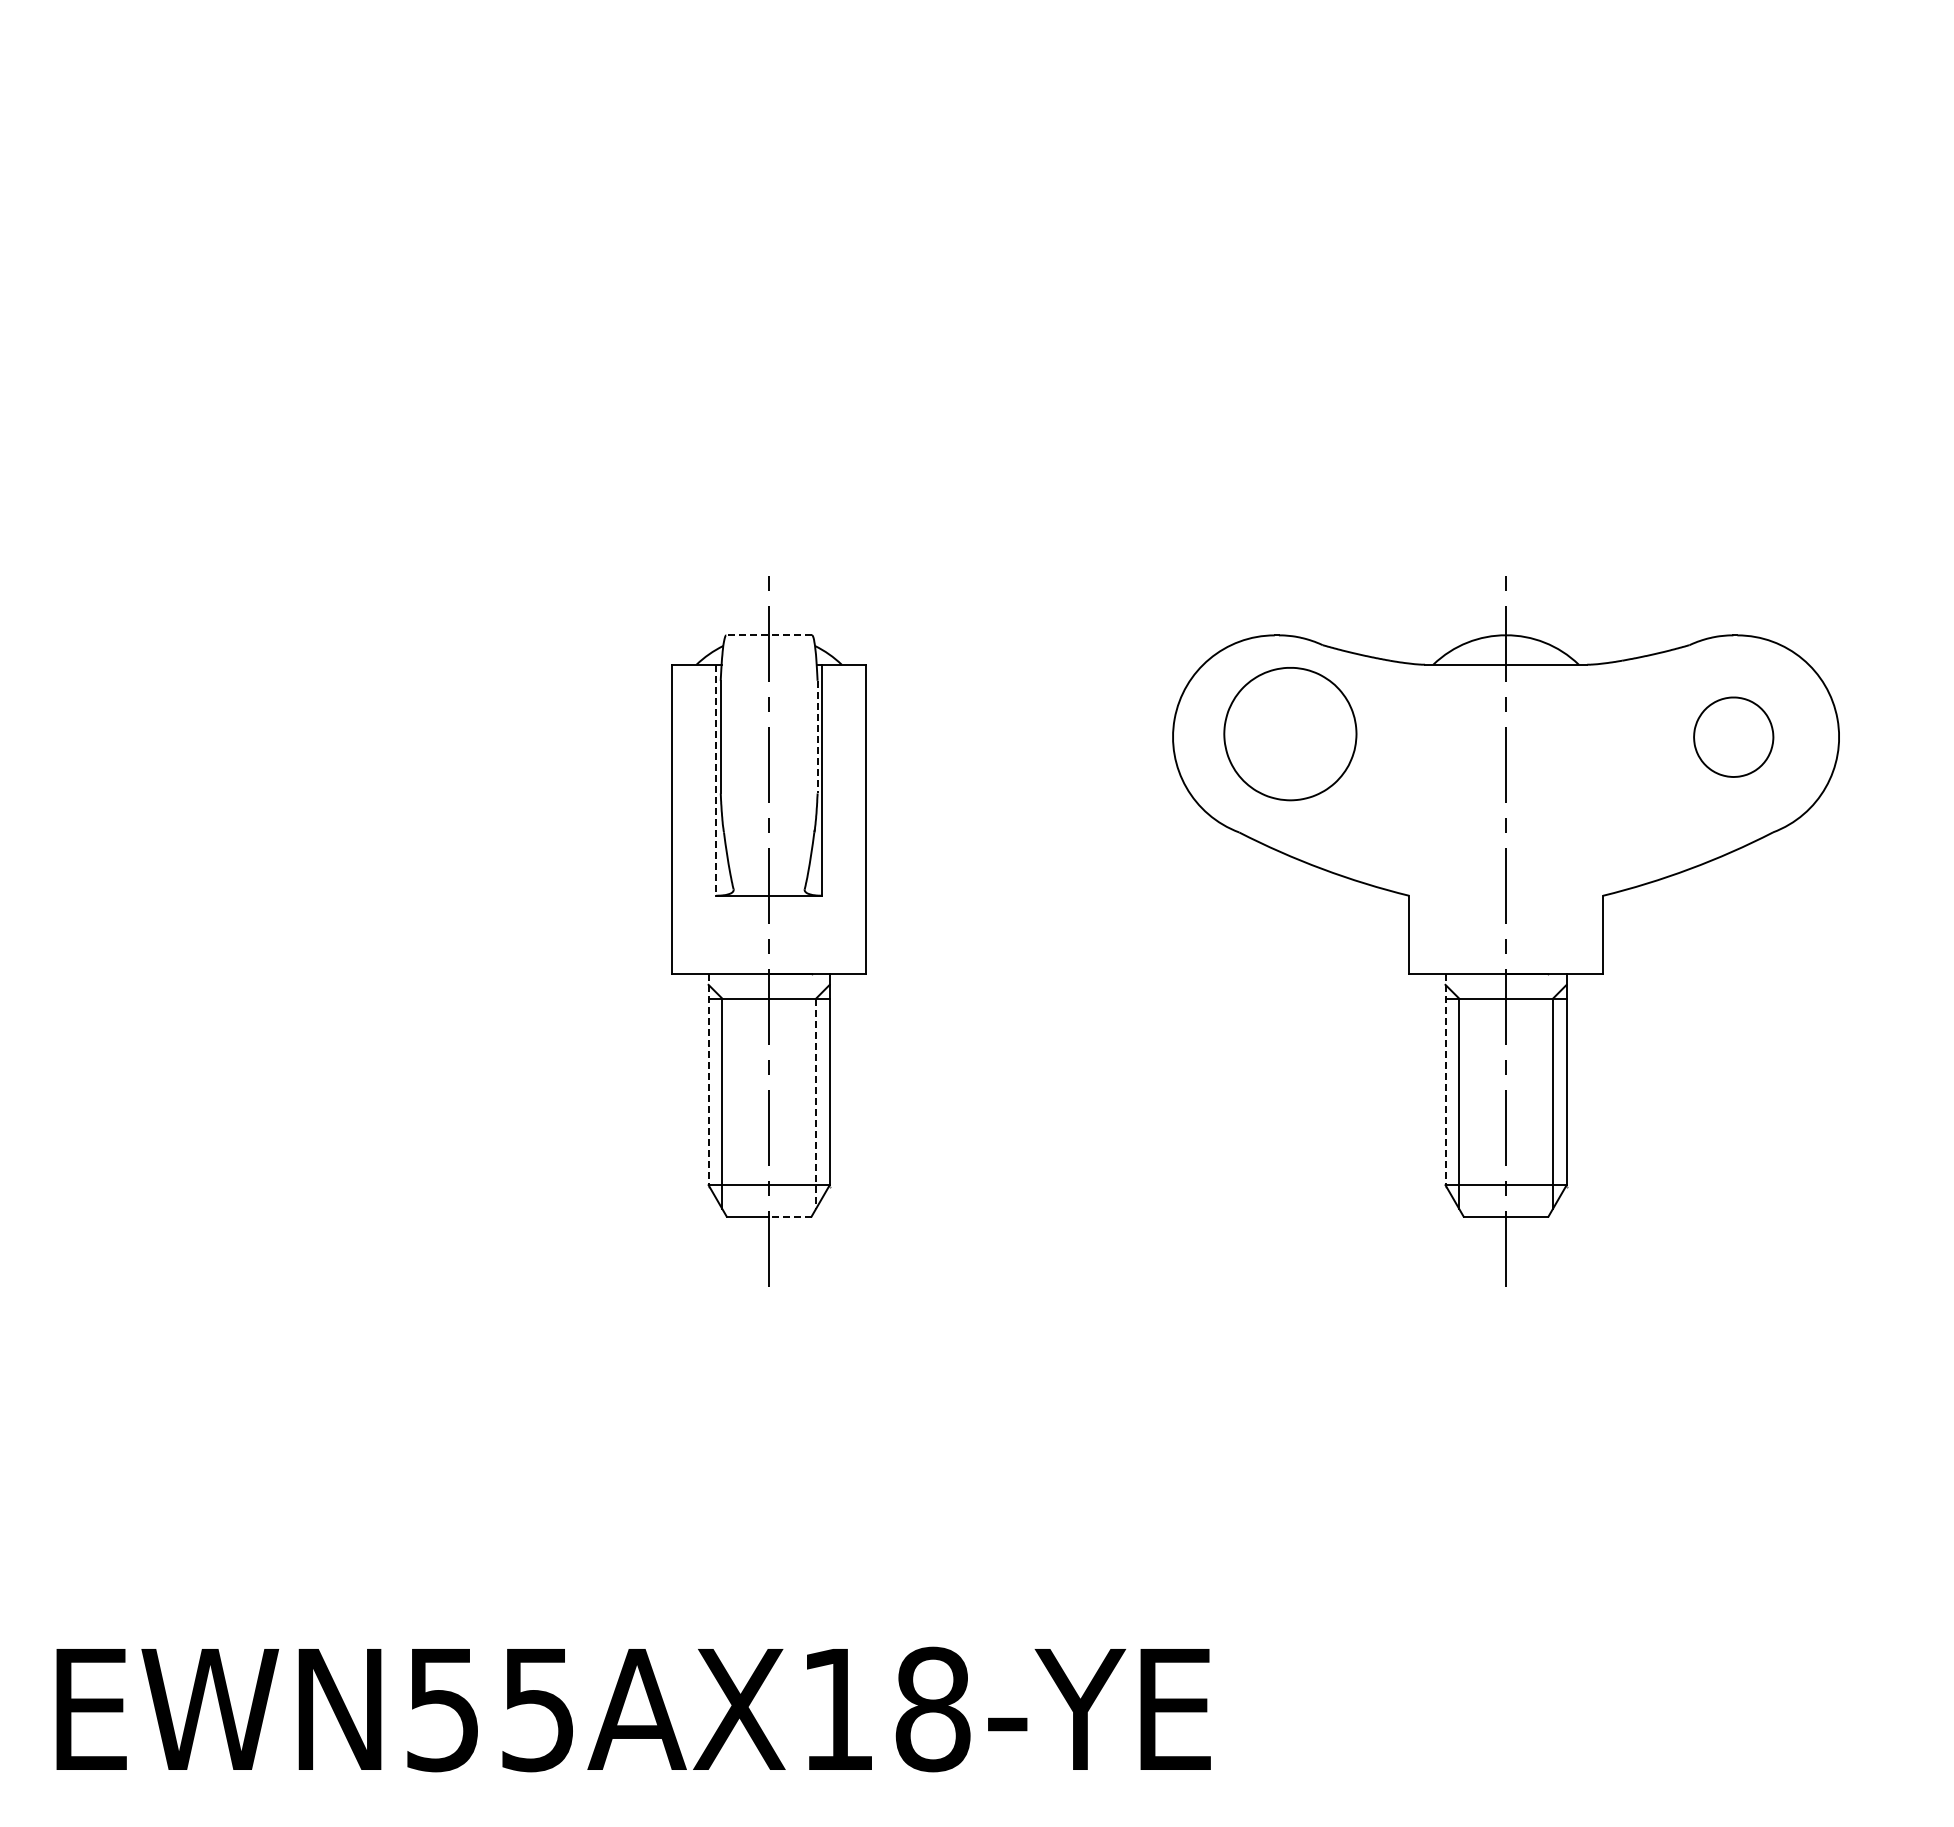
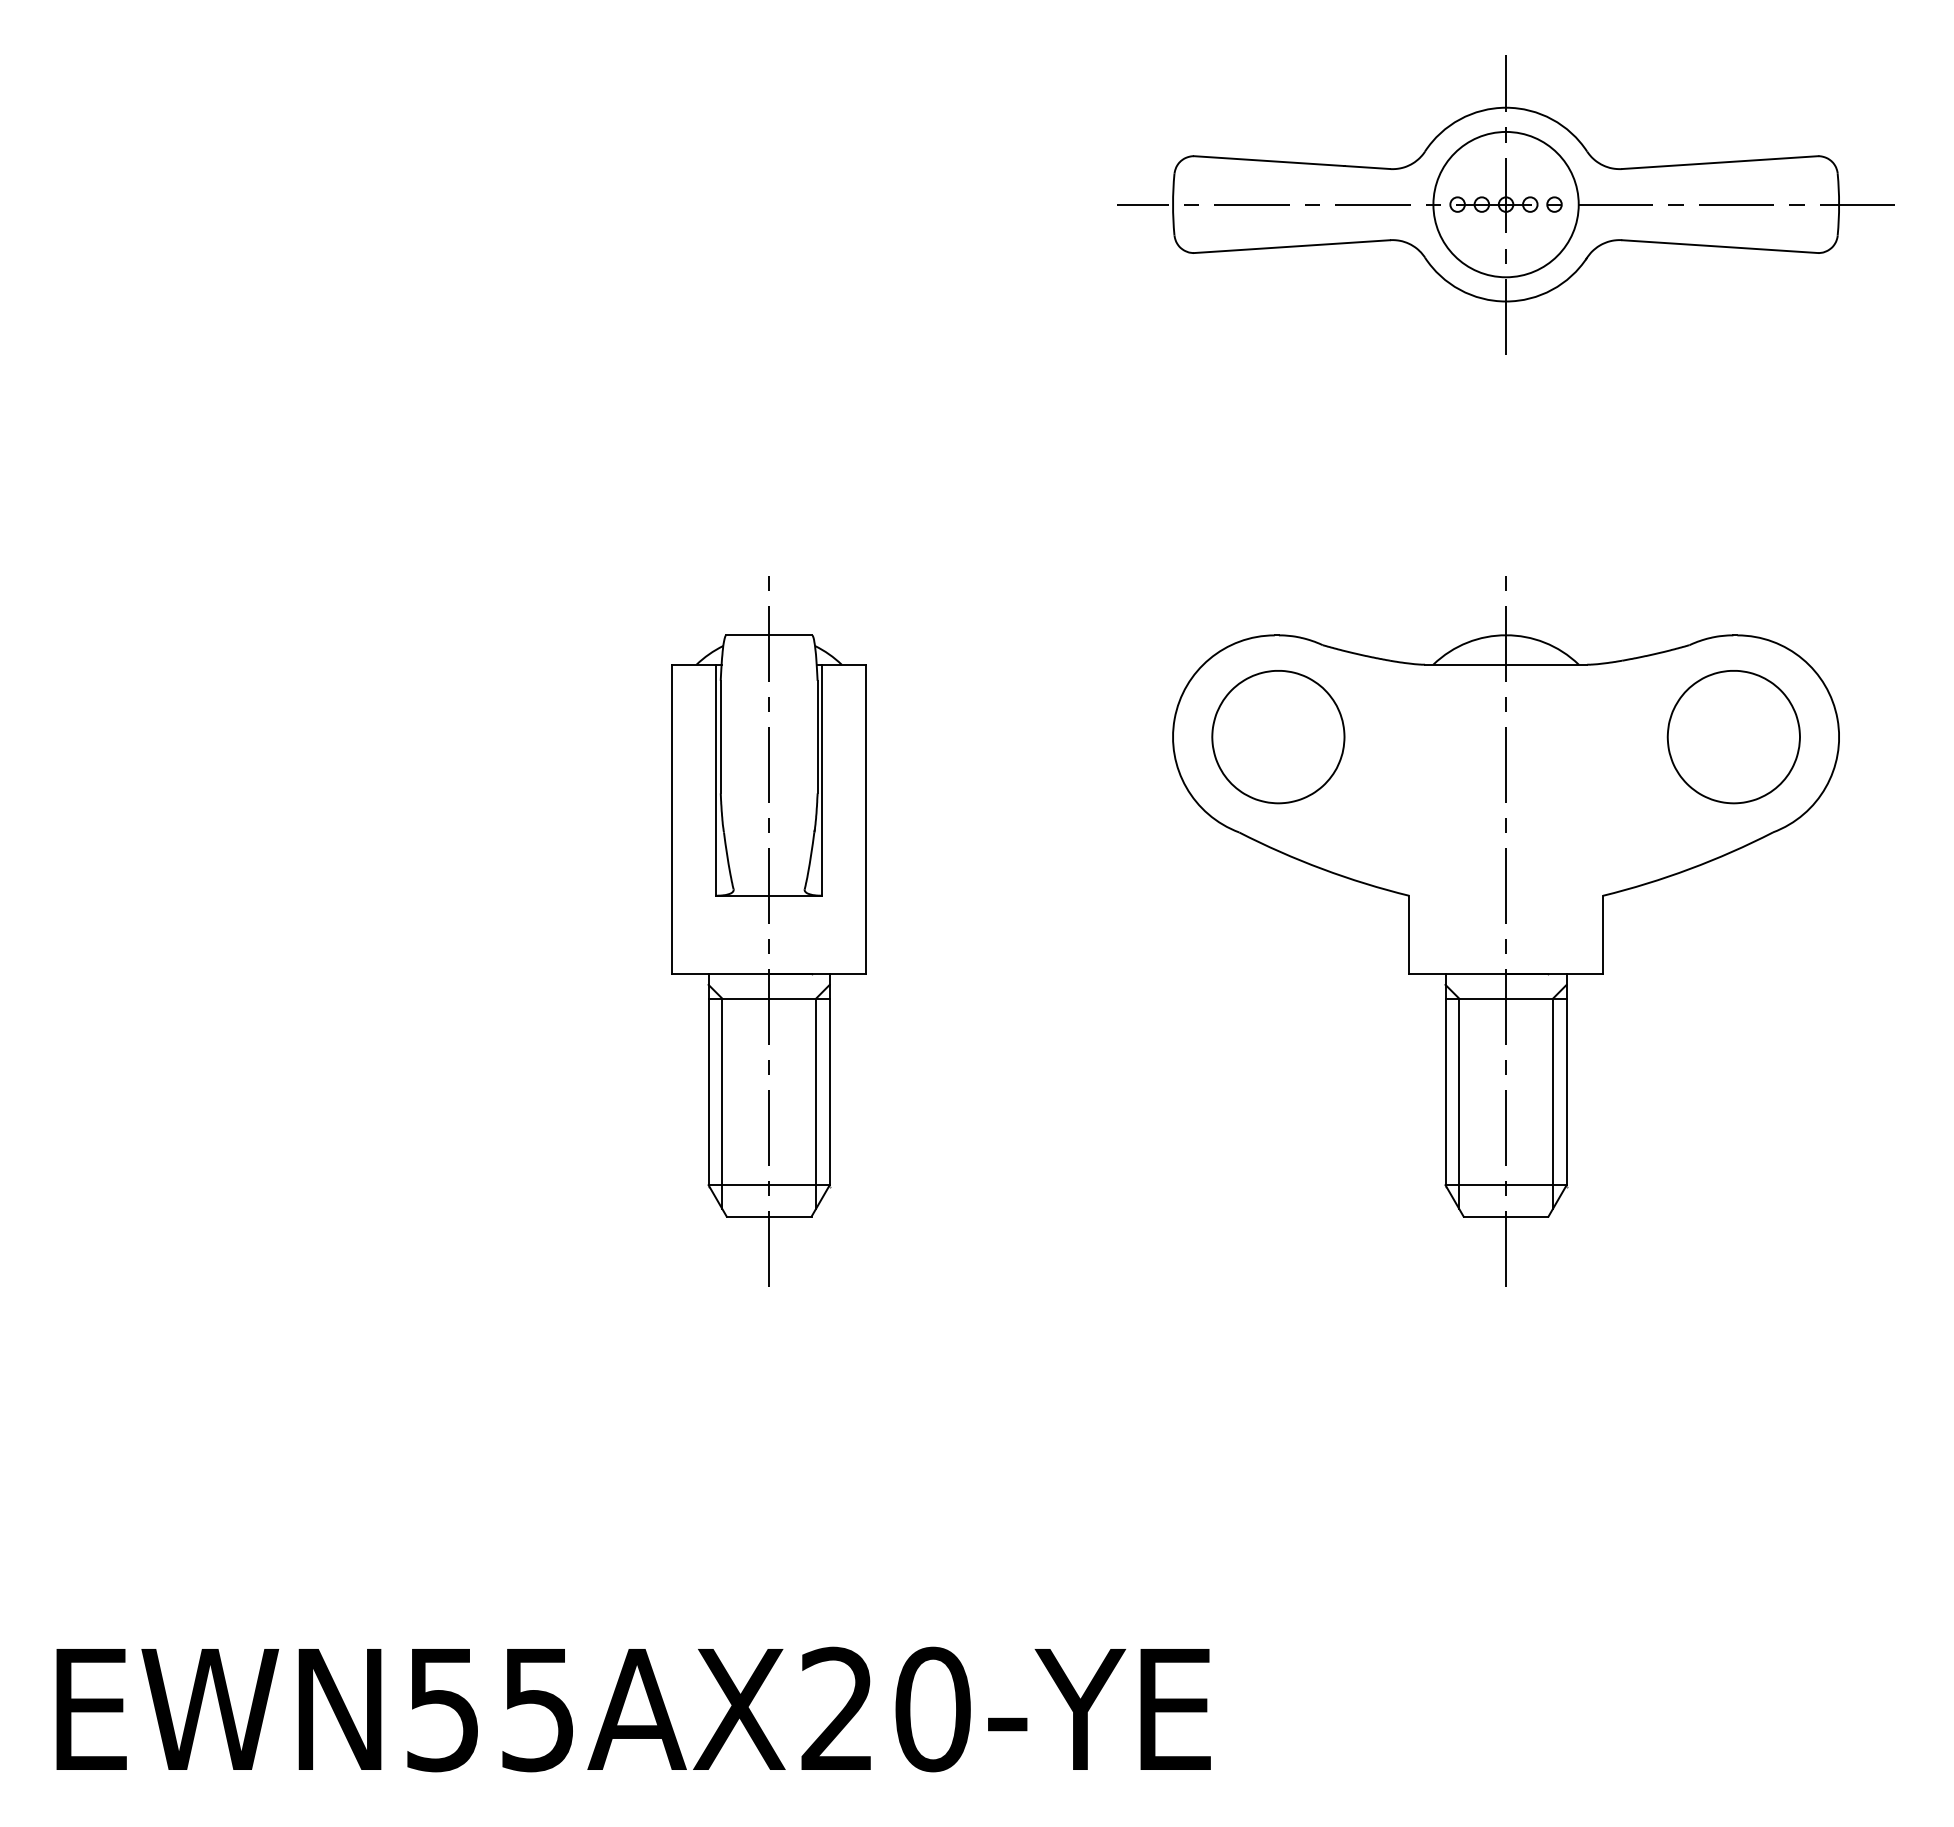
part at (1505, 204): none -> present
line at (769, 635): dashed -> solid
part at (1290, 734) position: (1290, 734) -> (1278, 737)
part at (1733, 736) size: 82x82 px -> 135x135 px
line at (817, 737): dashed -> solid
line at (716, 780): dashed -> solid
line at (708, 1080): dashed -> solid
line at (1445, 1080): dashed -> solid
line at (816, 1104): dashed -> solid
line at (789, 1216): dashed -> solid
text at (885, 1709): EWN55AX18-YE -> EWN55AX20-YE
